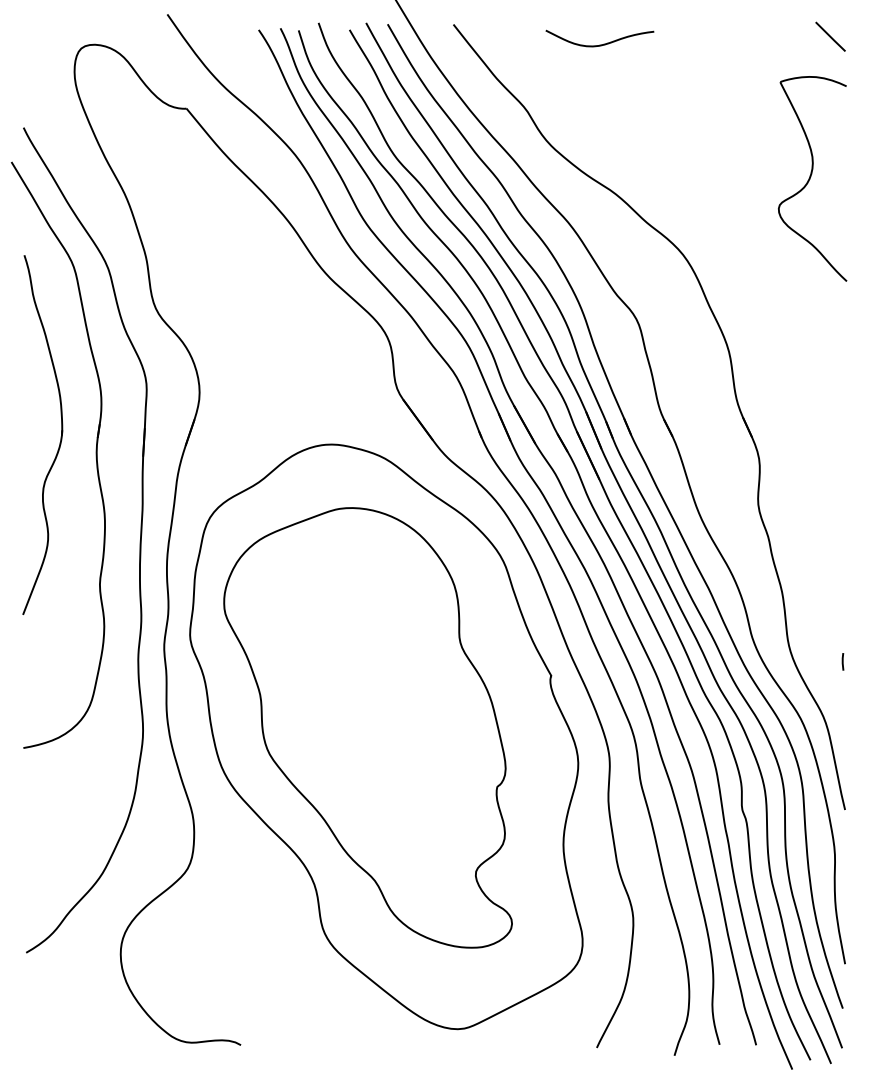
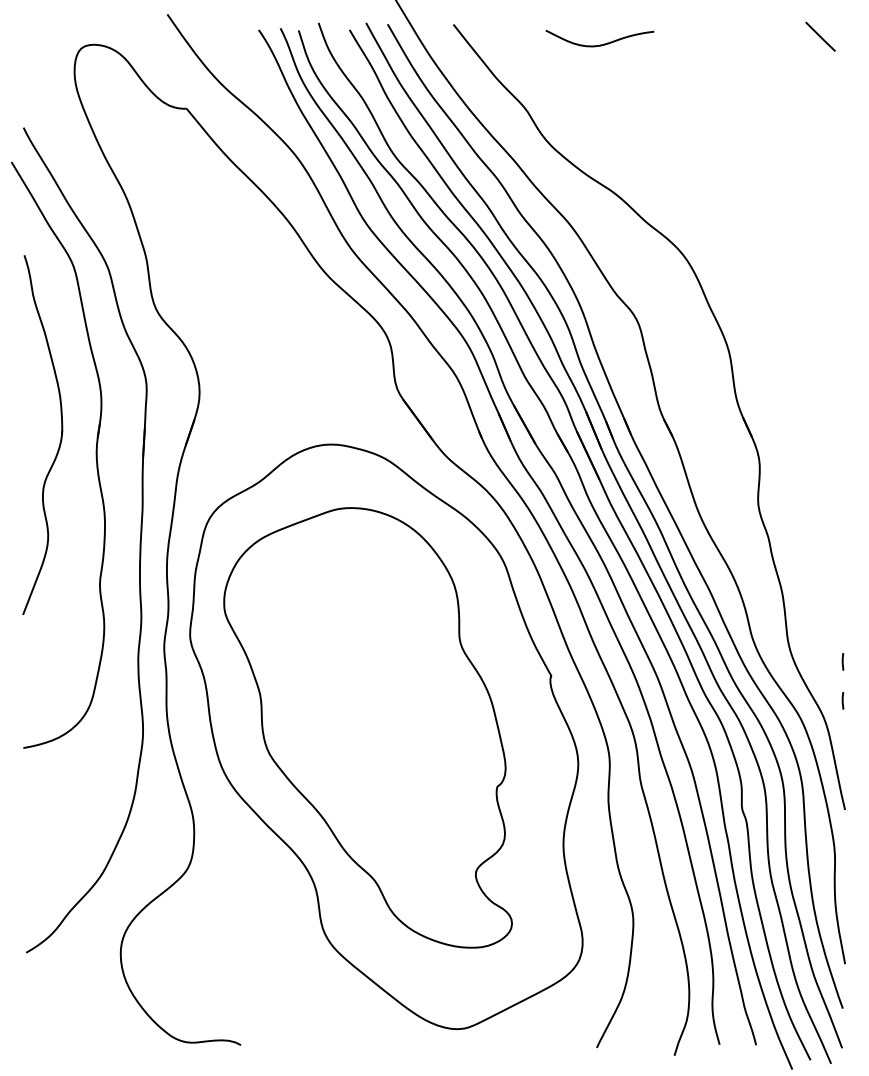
line at (830, 36) position: (830, 36) -> (820, 36)
part at (812, 178): present -> none
line at (842, 700): none -> present
